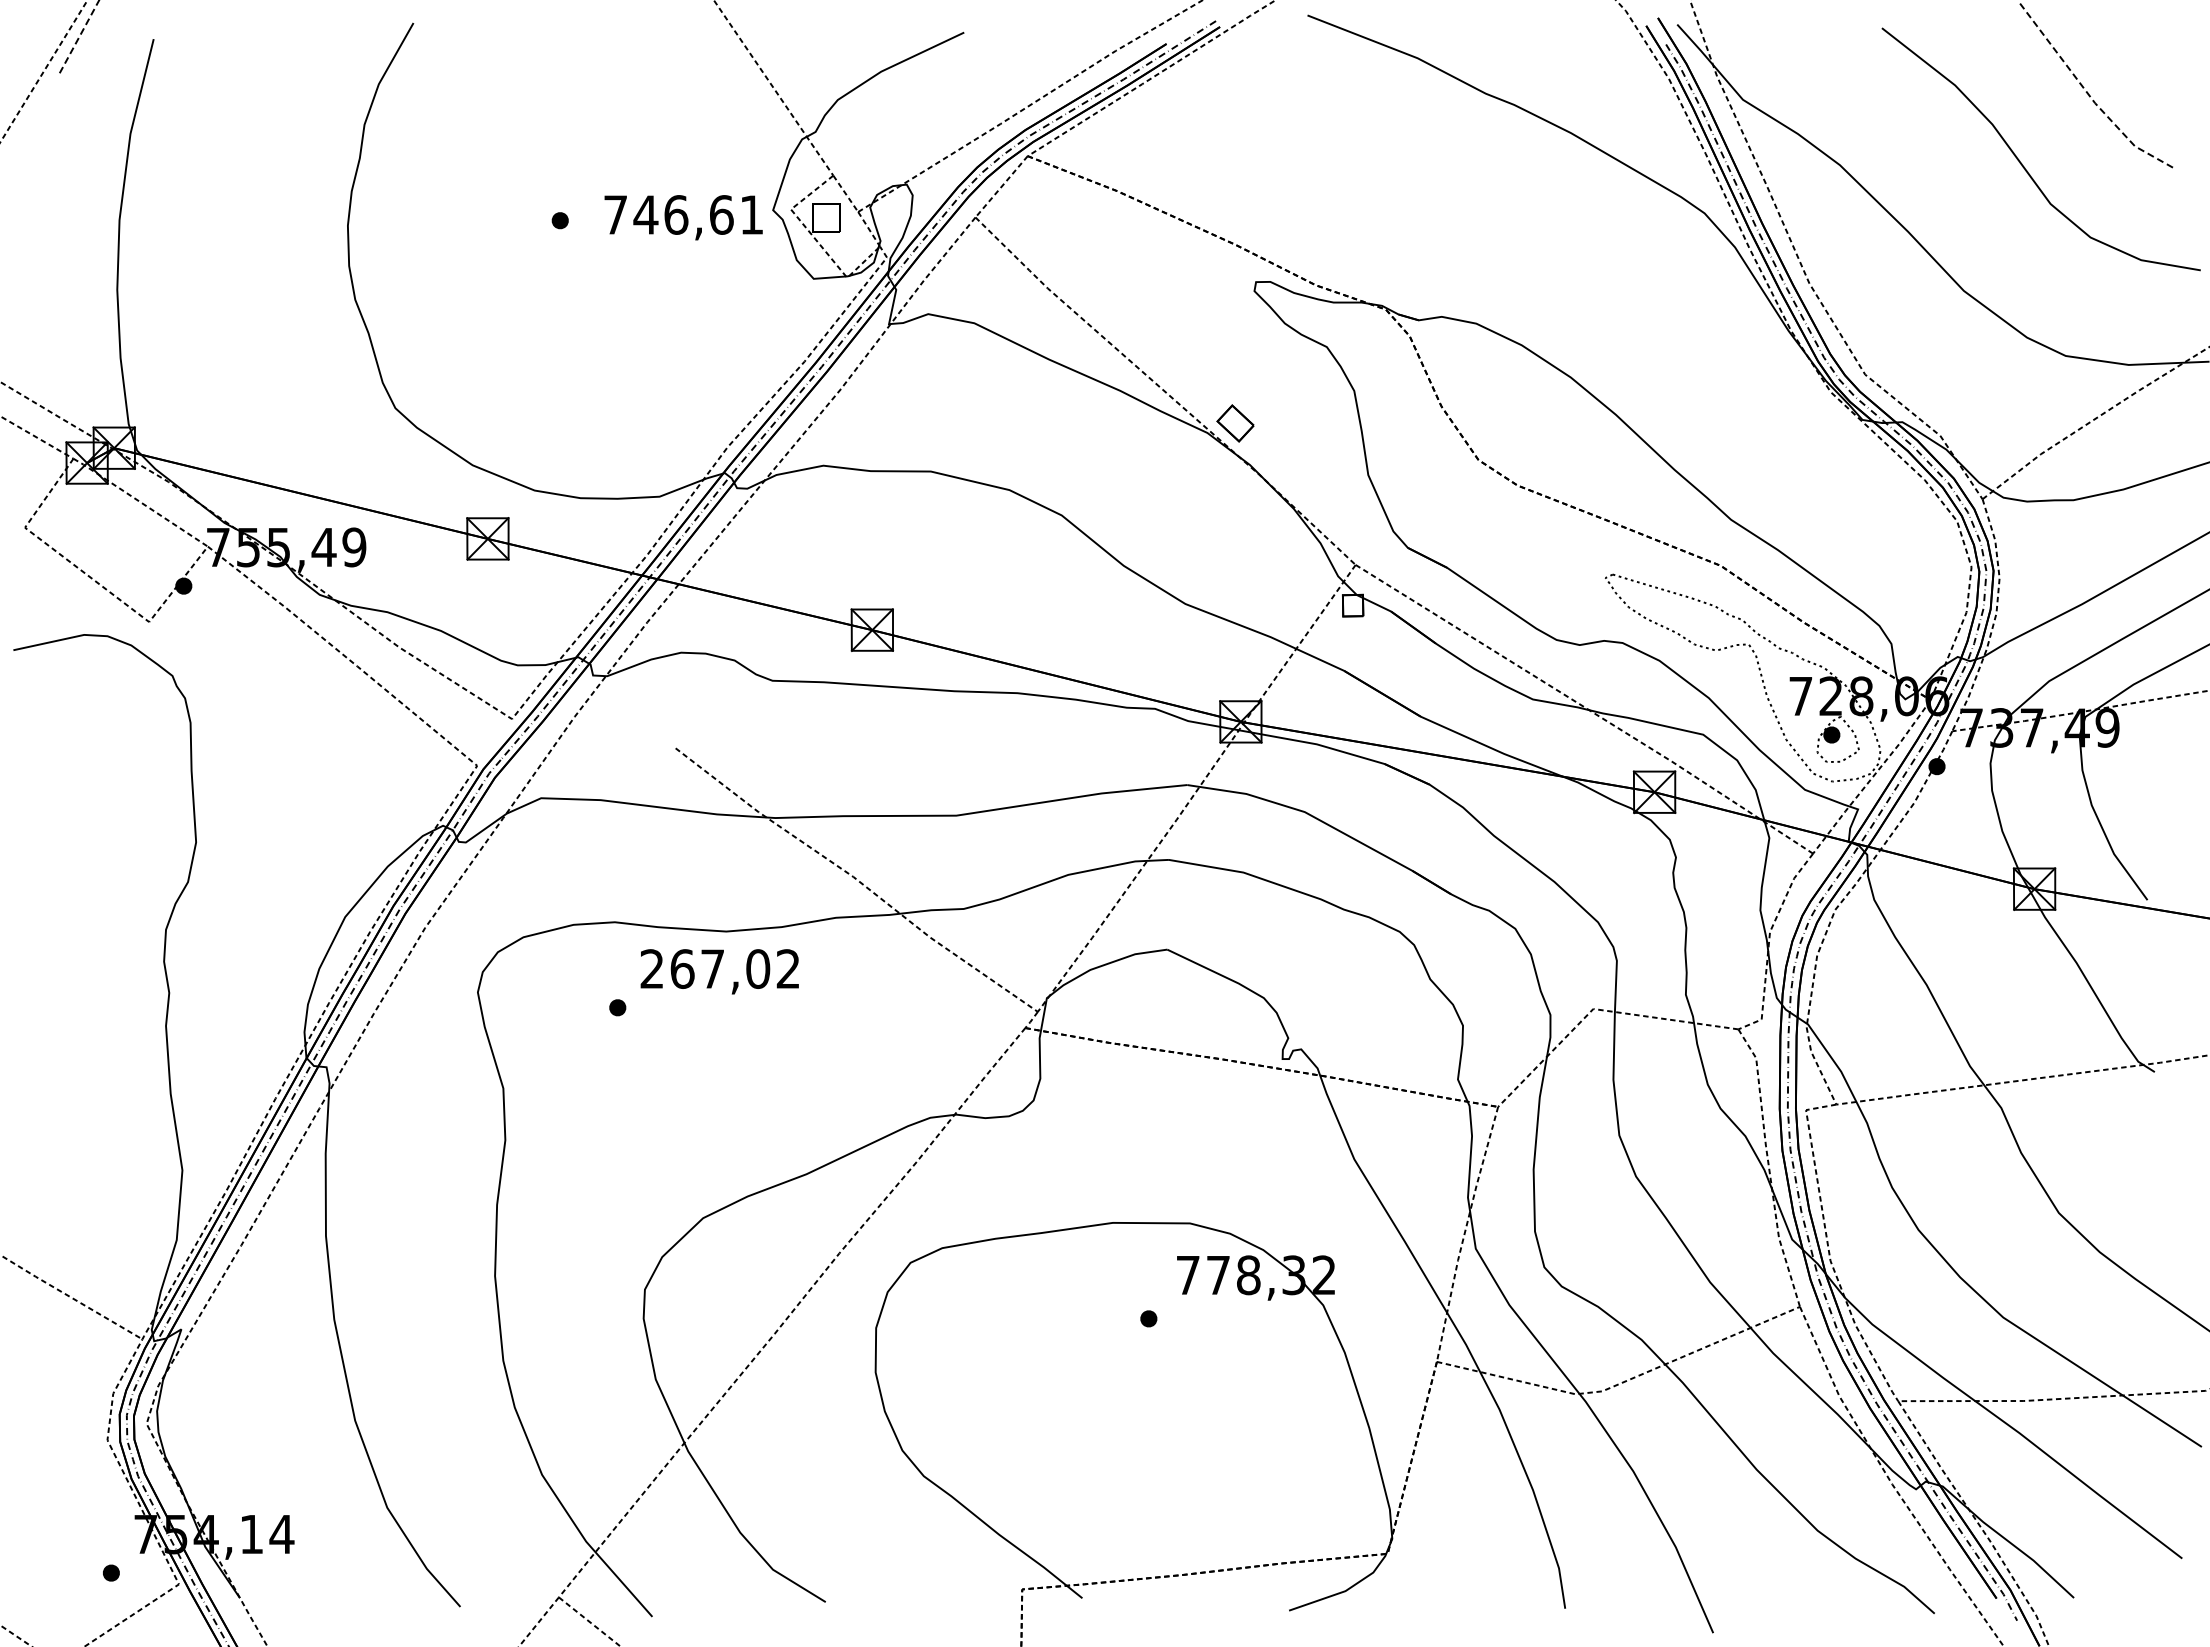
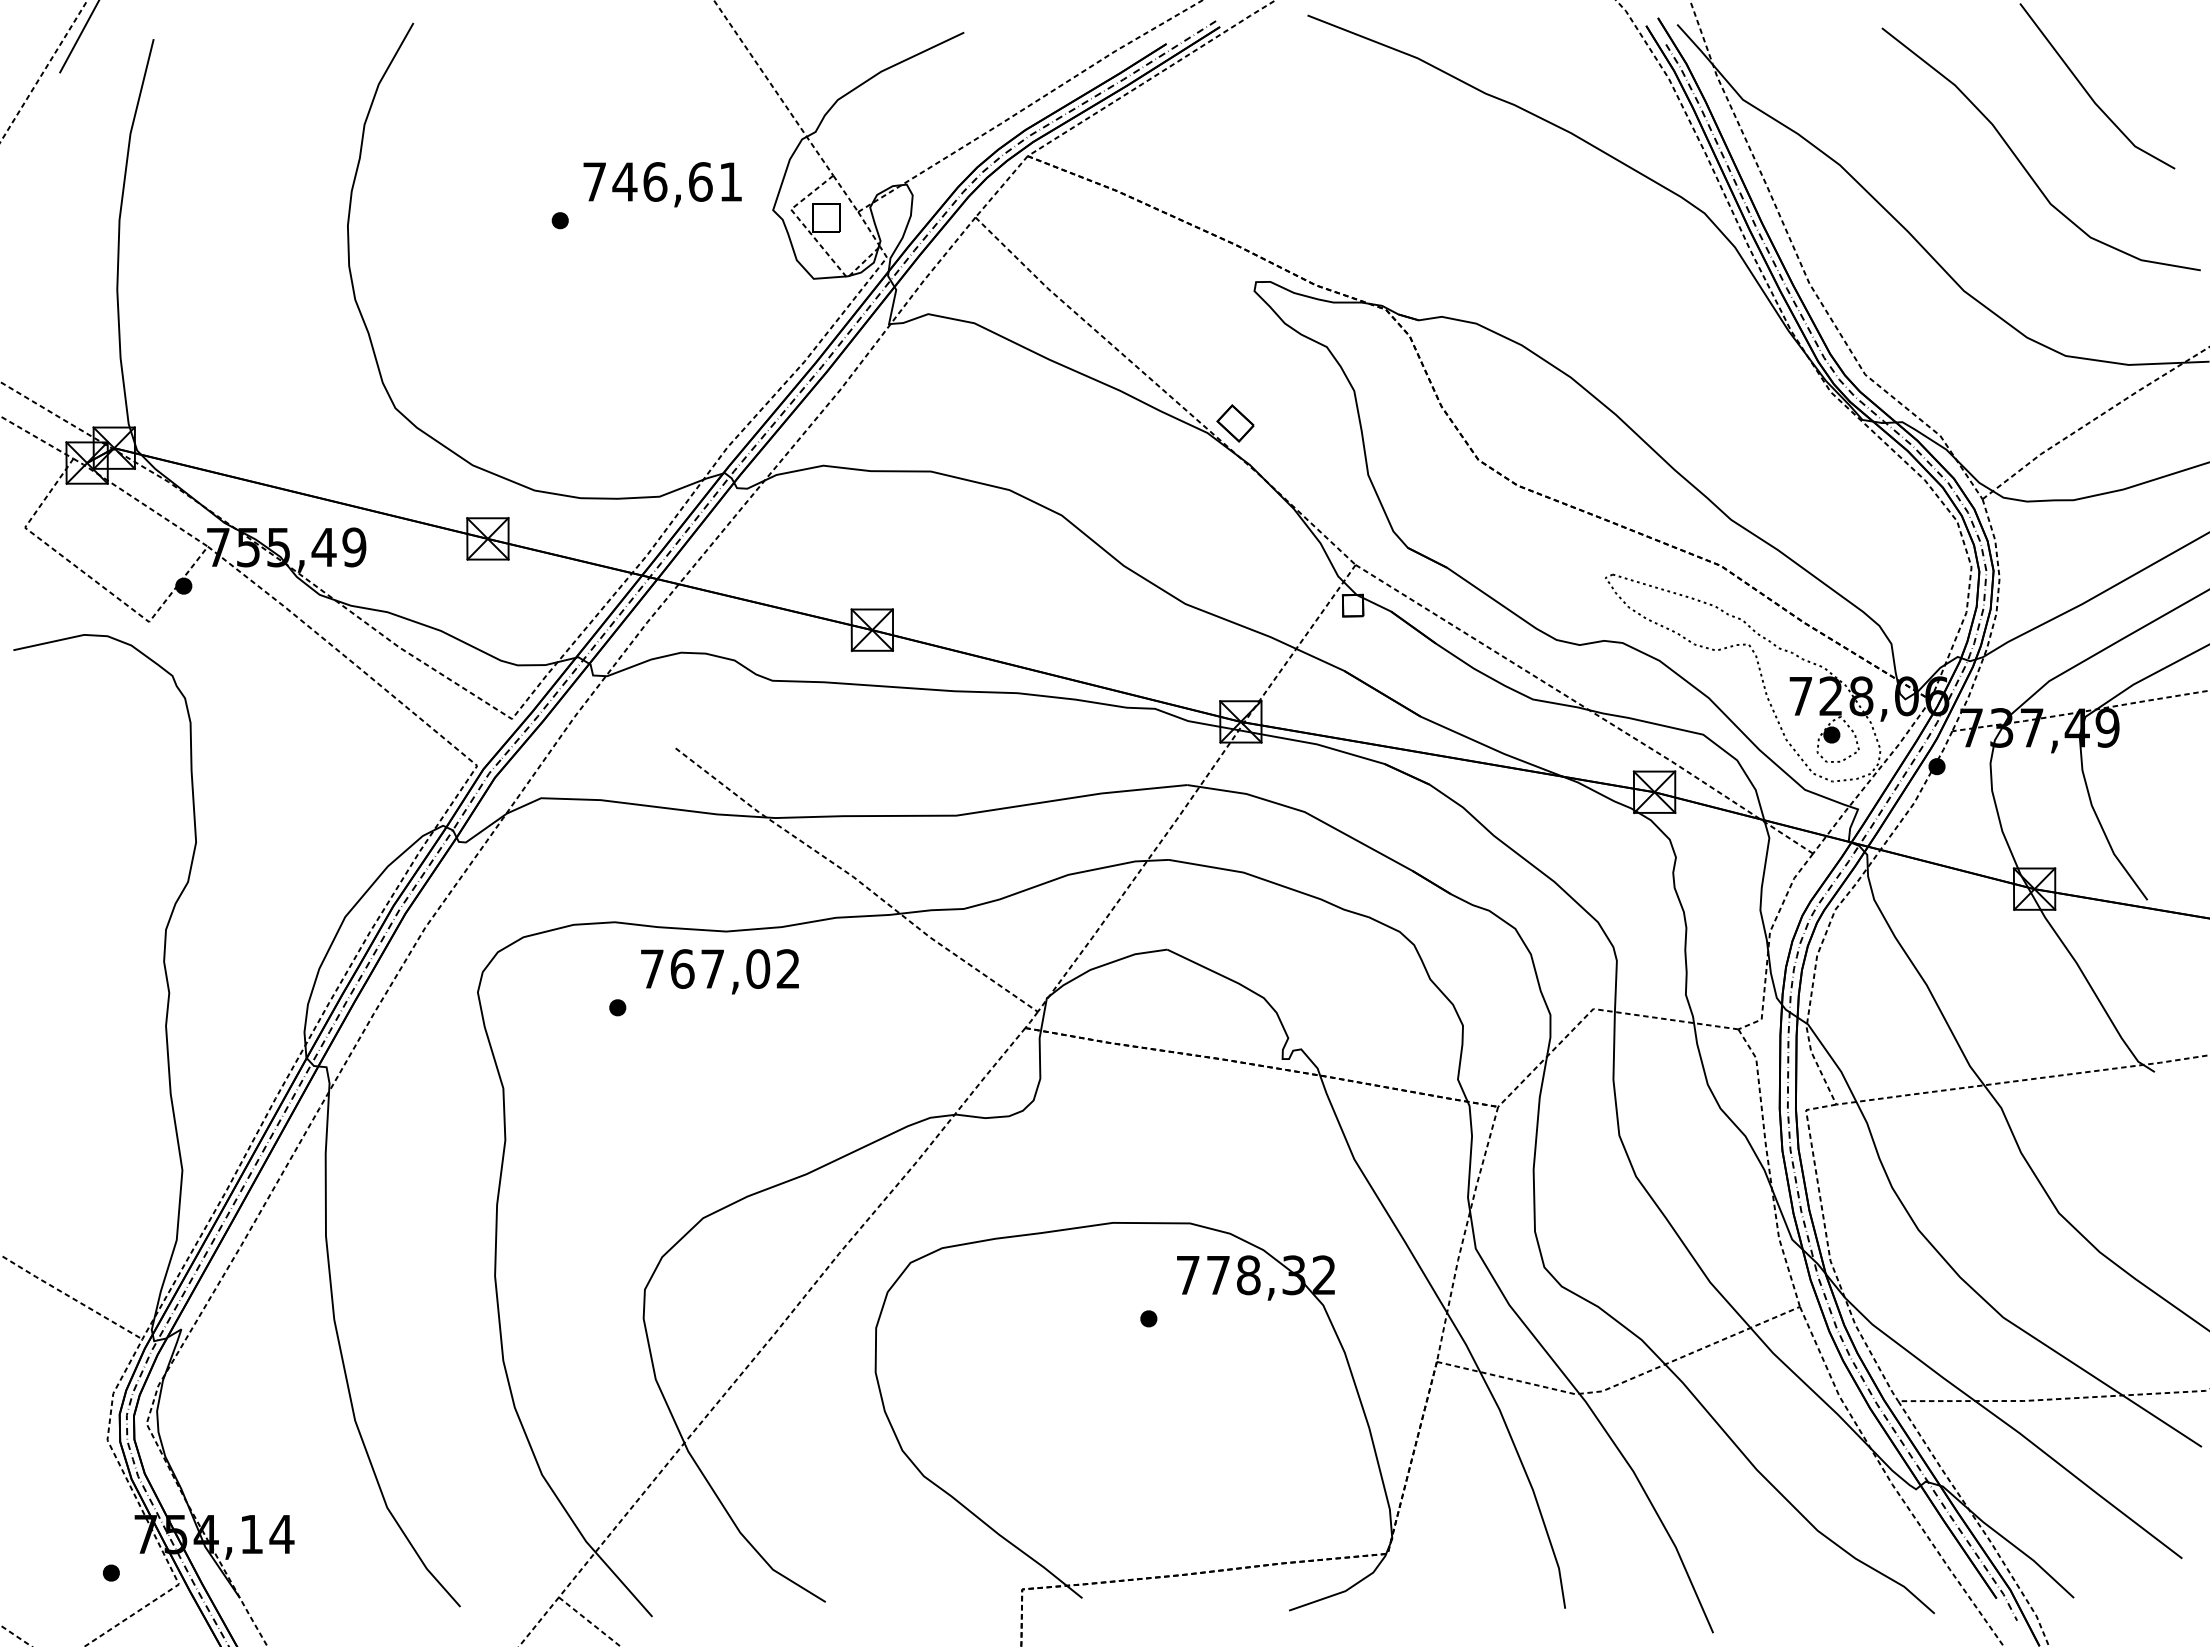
line at (79, 36): dashed -> solid
line at (2089, 96): dashed -> solid
text at (683, 217) position: (683, 217) -> (662, 184)
text at (651, 968): 267,02 -> 767,02
